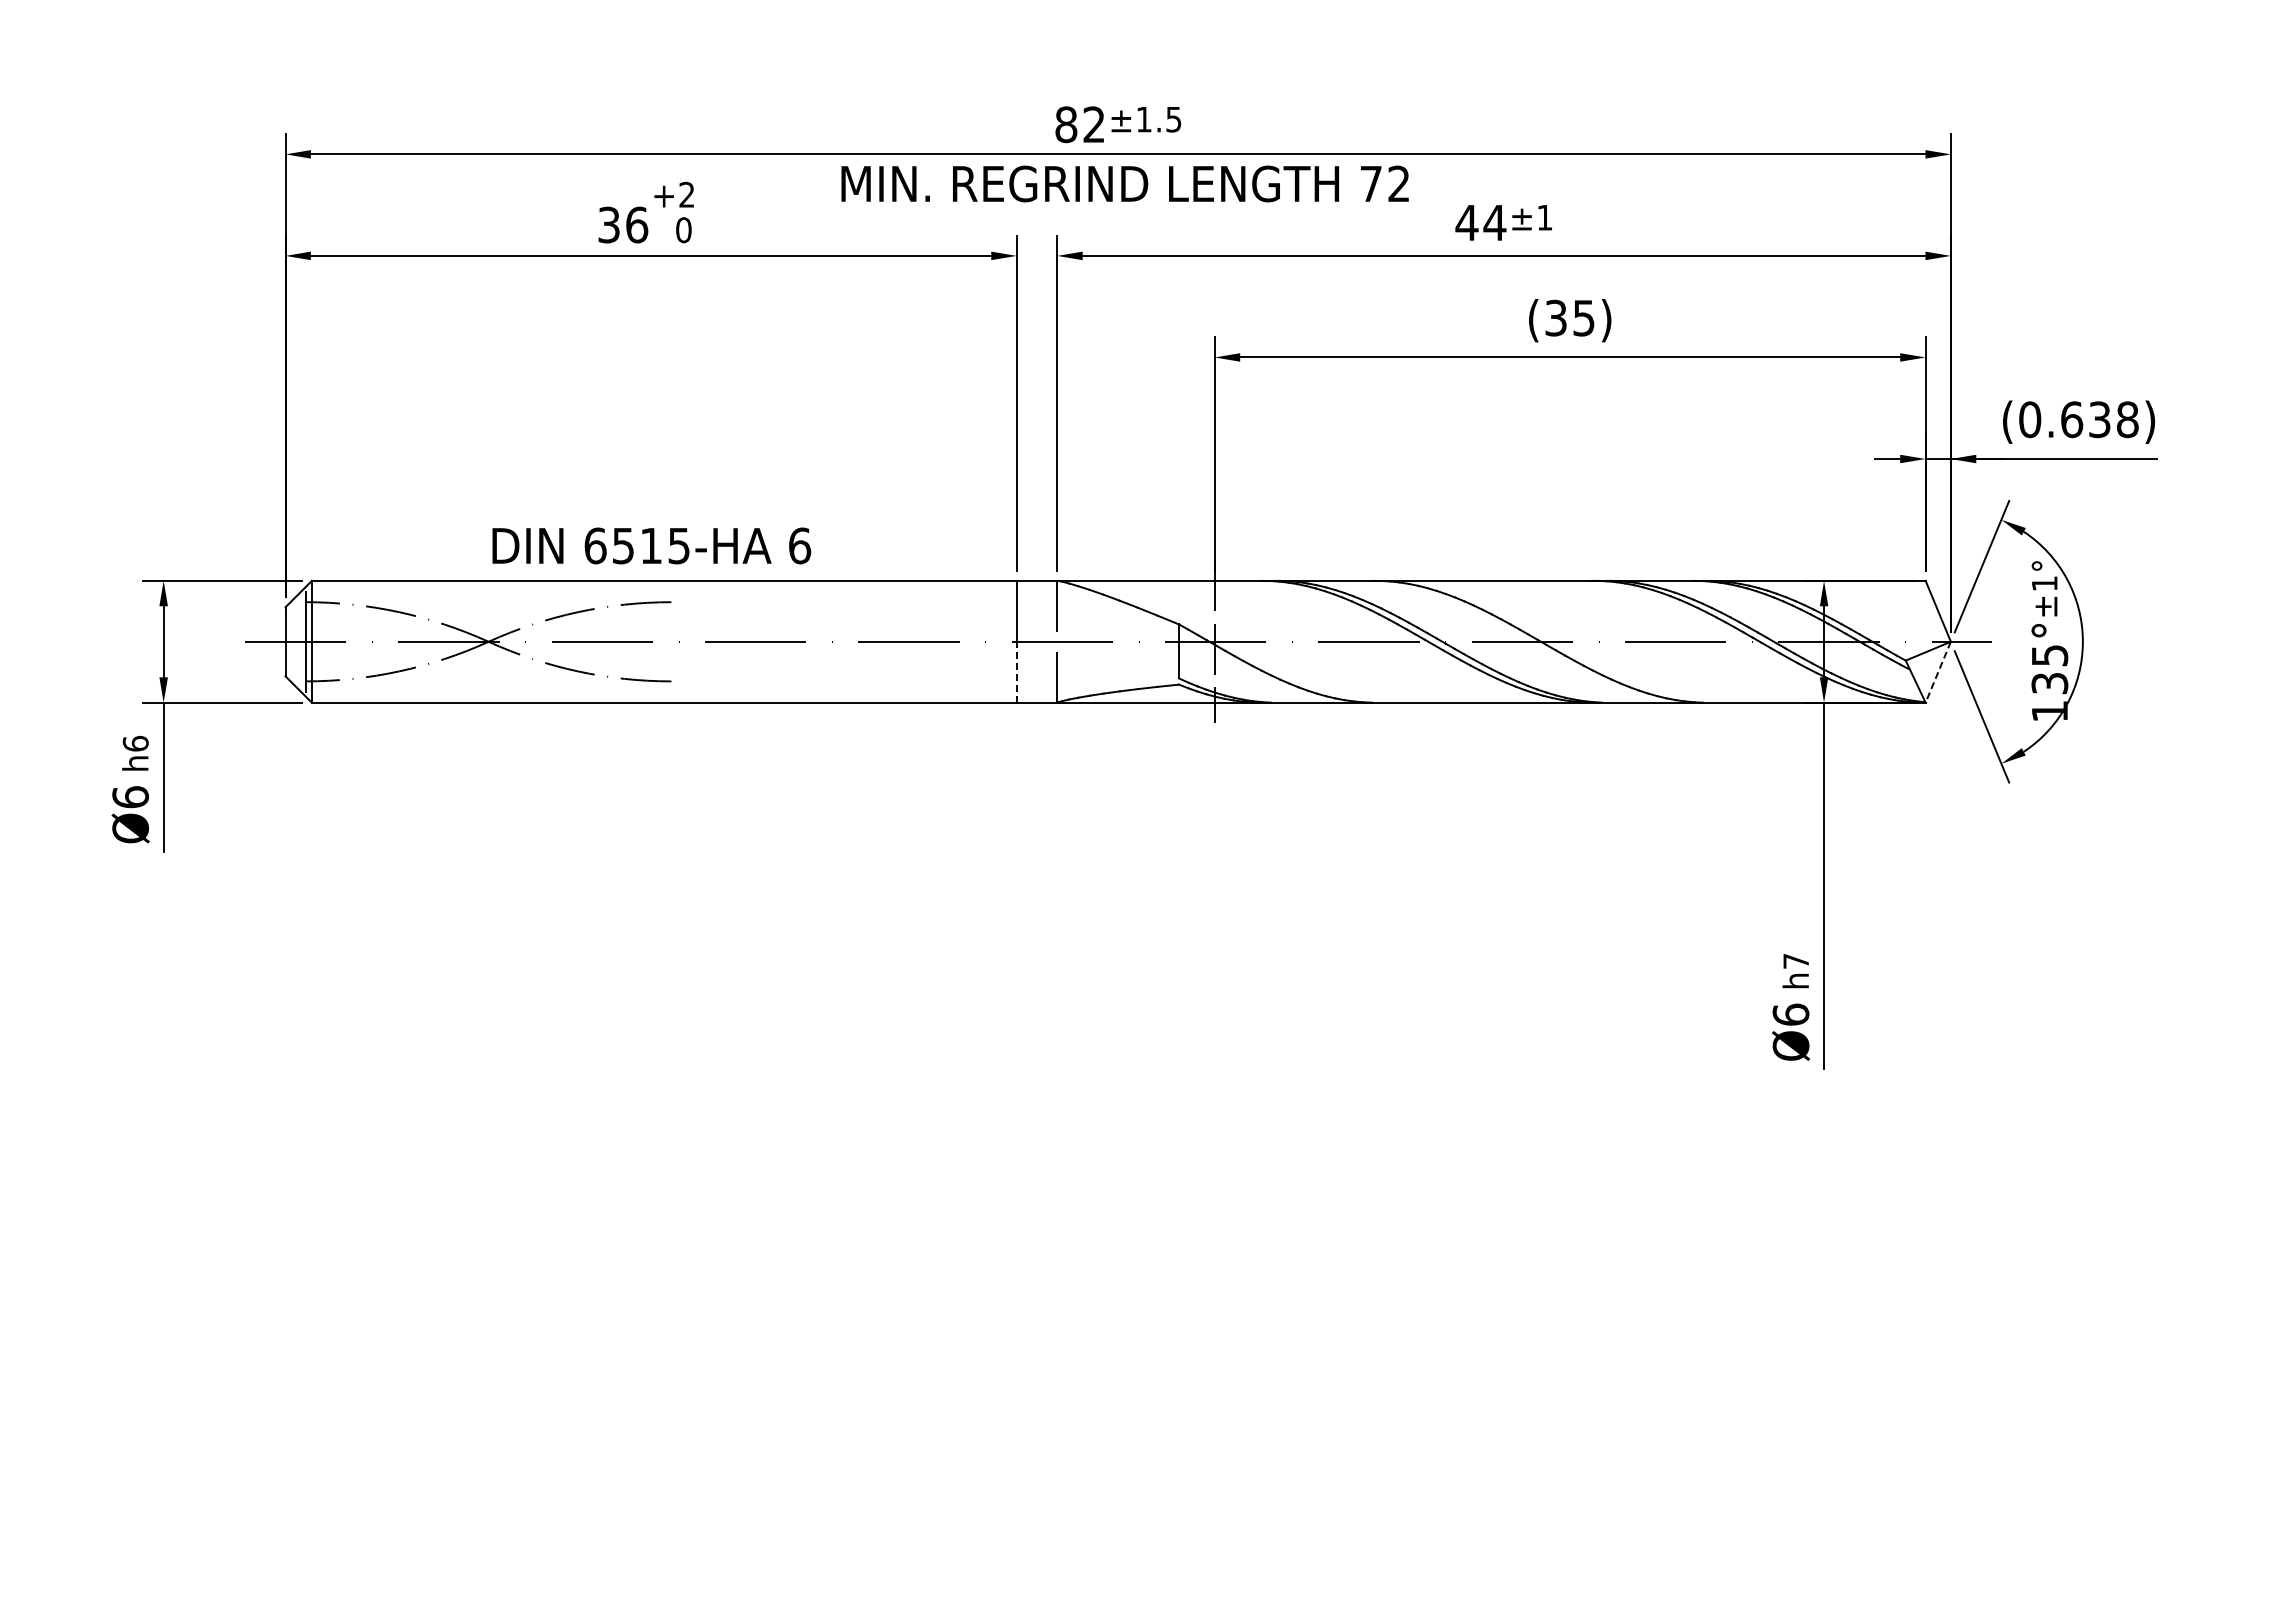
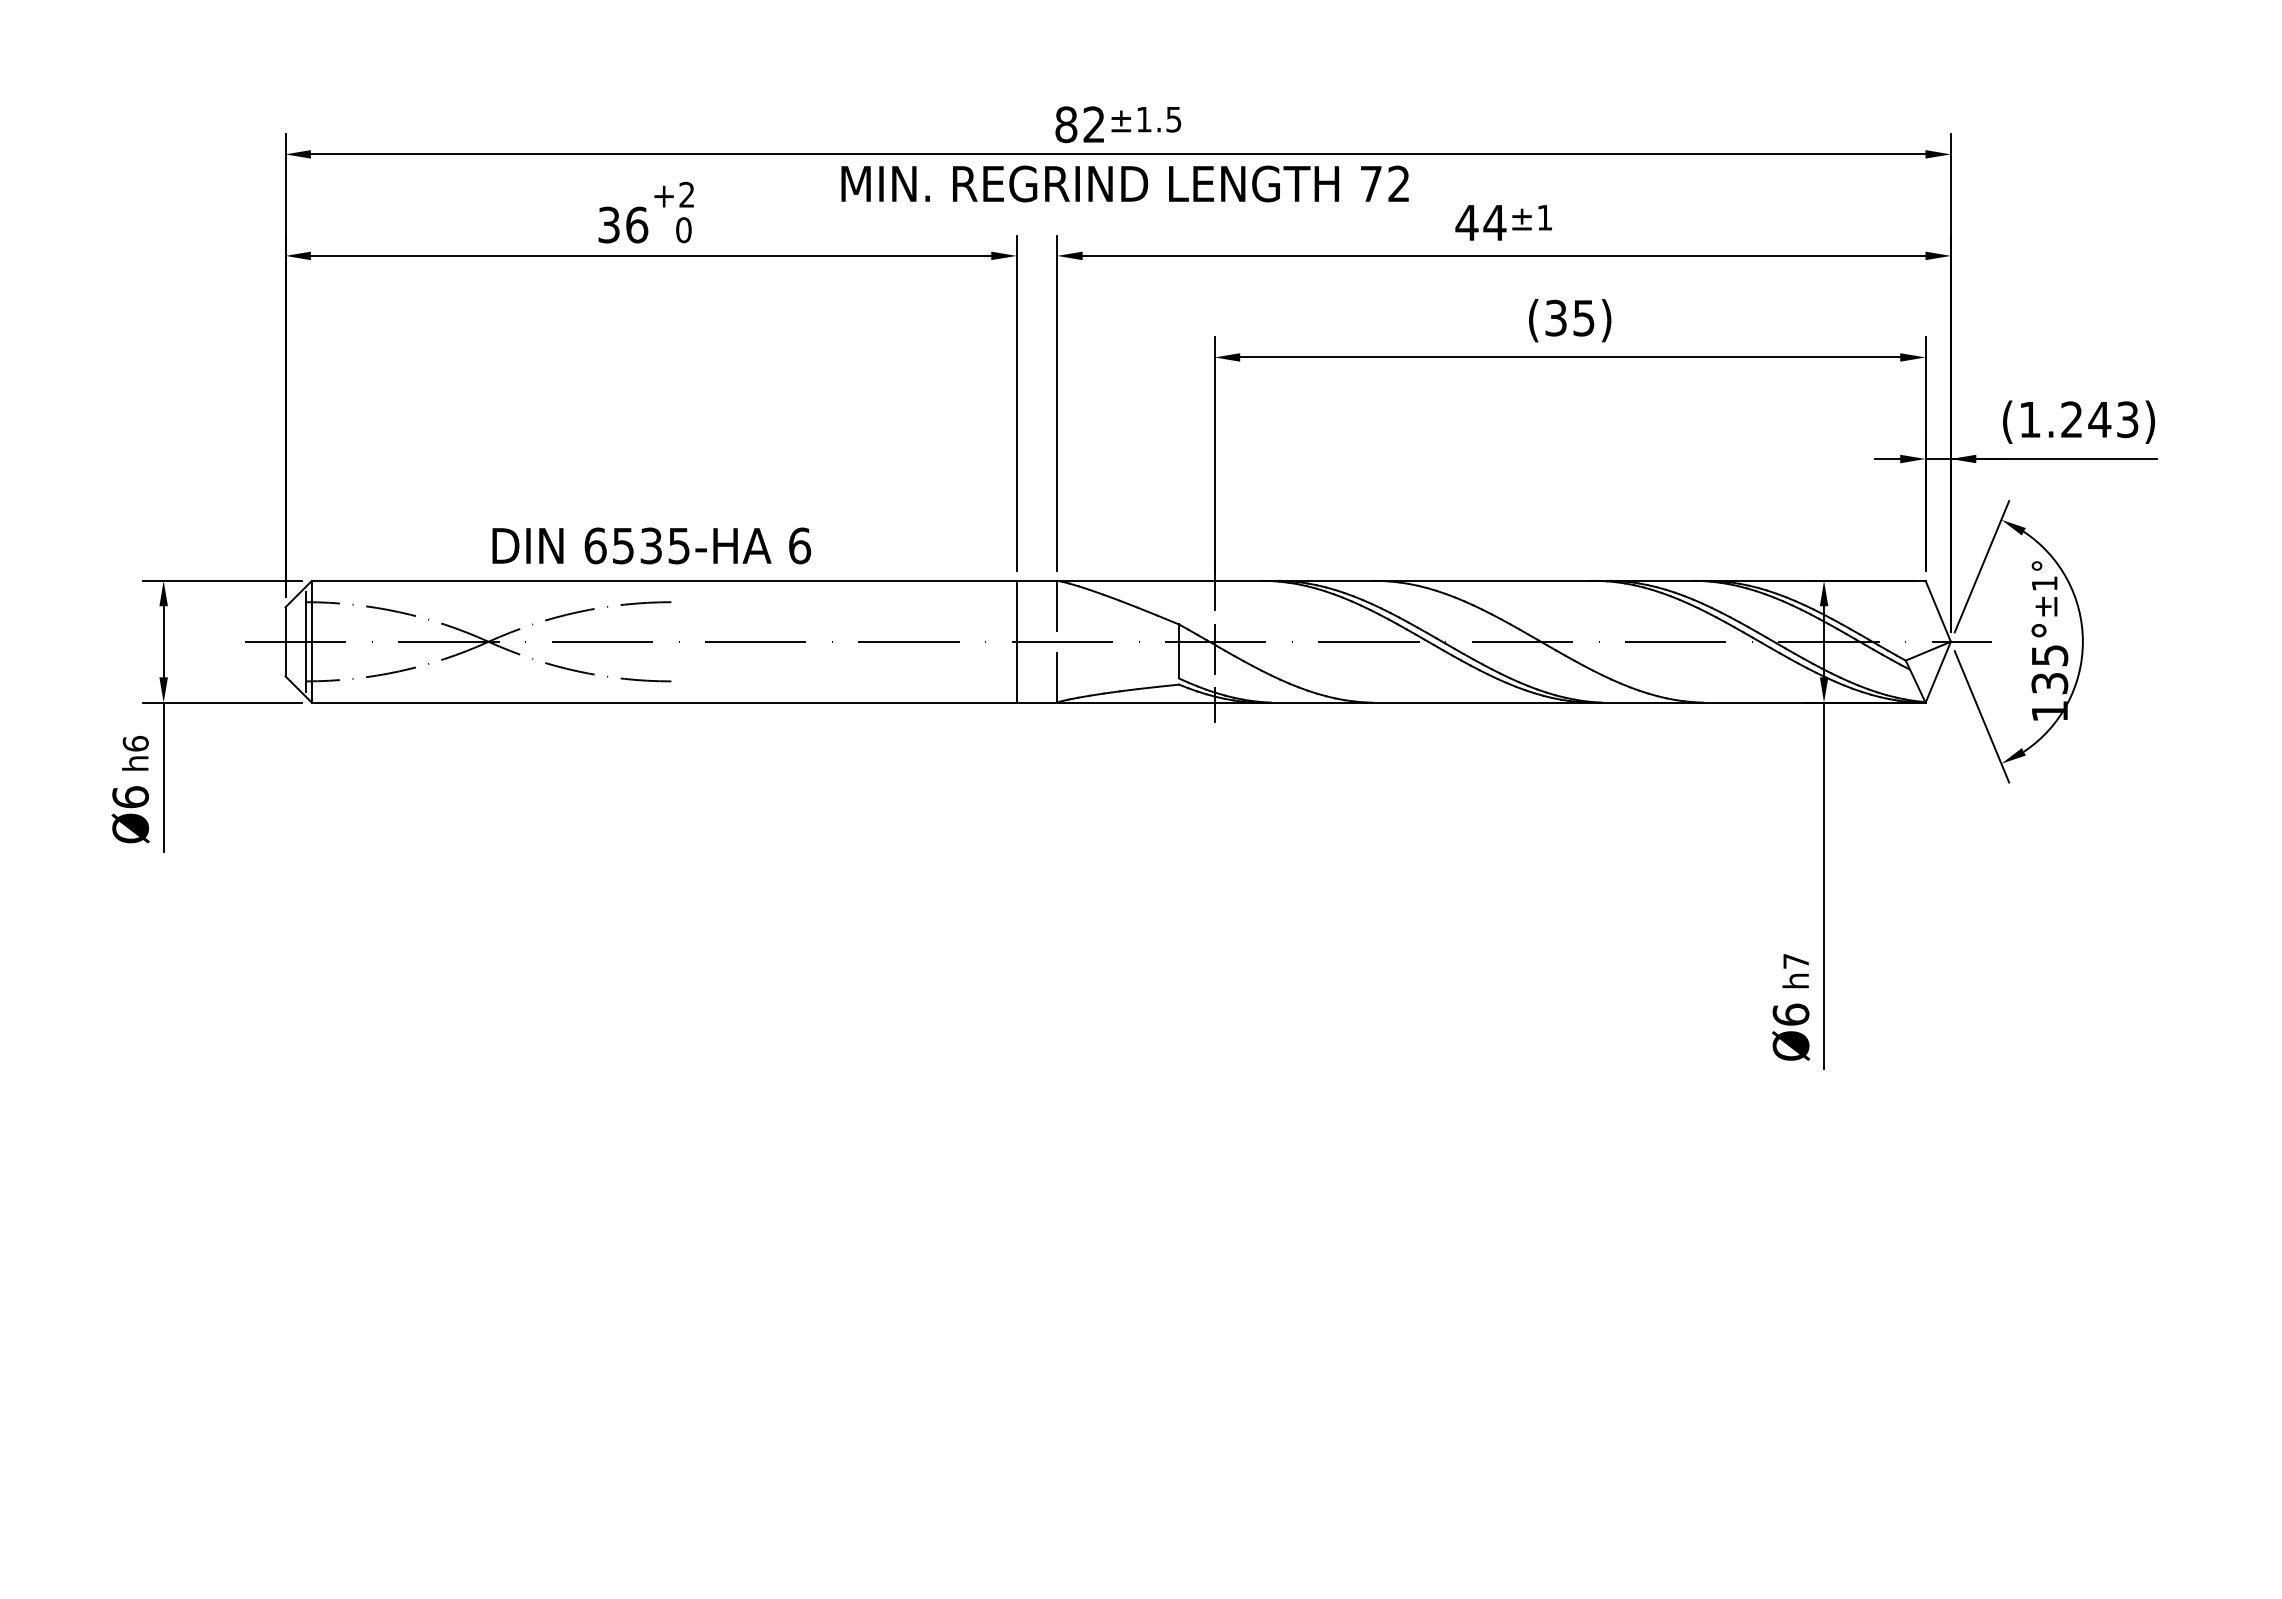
text at (2078, 419): (0.638) -> (1.243)
text at (650, 545): 6515-HA -> 6535-HA
line at (1016, 671): dashed -> solid
line at (1938, 672): dashed -> solid
